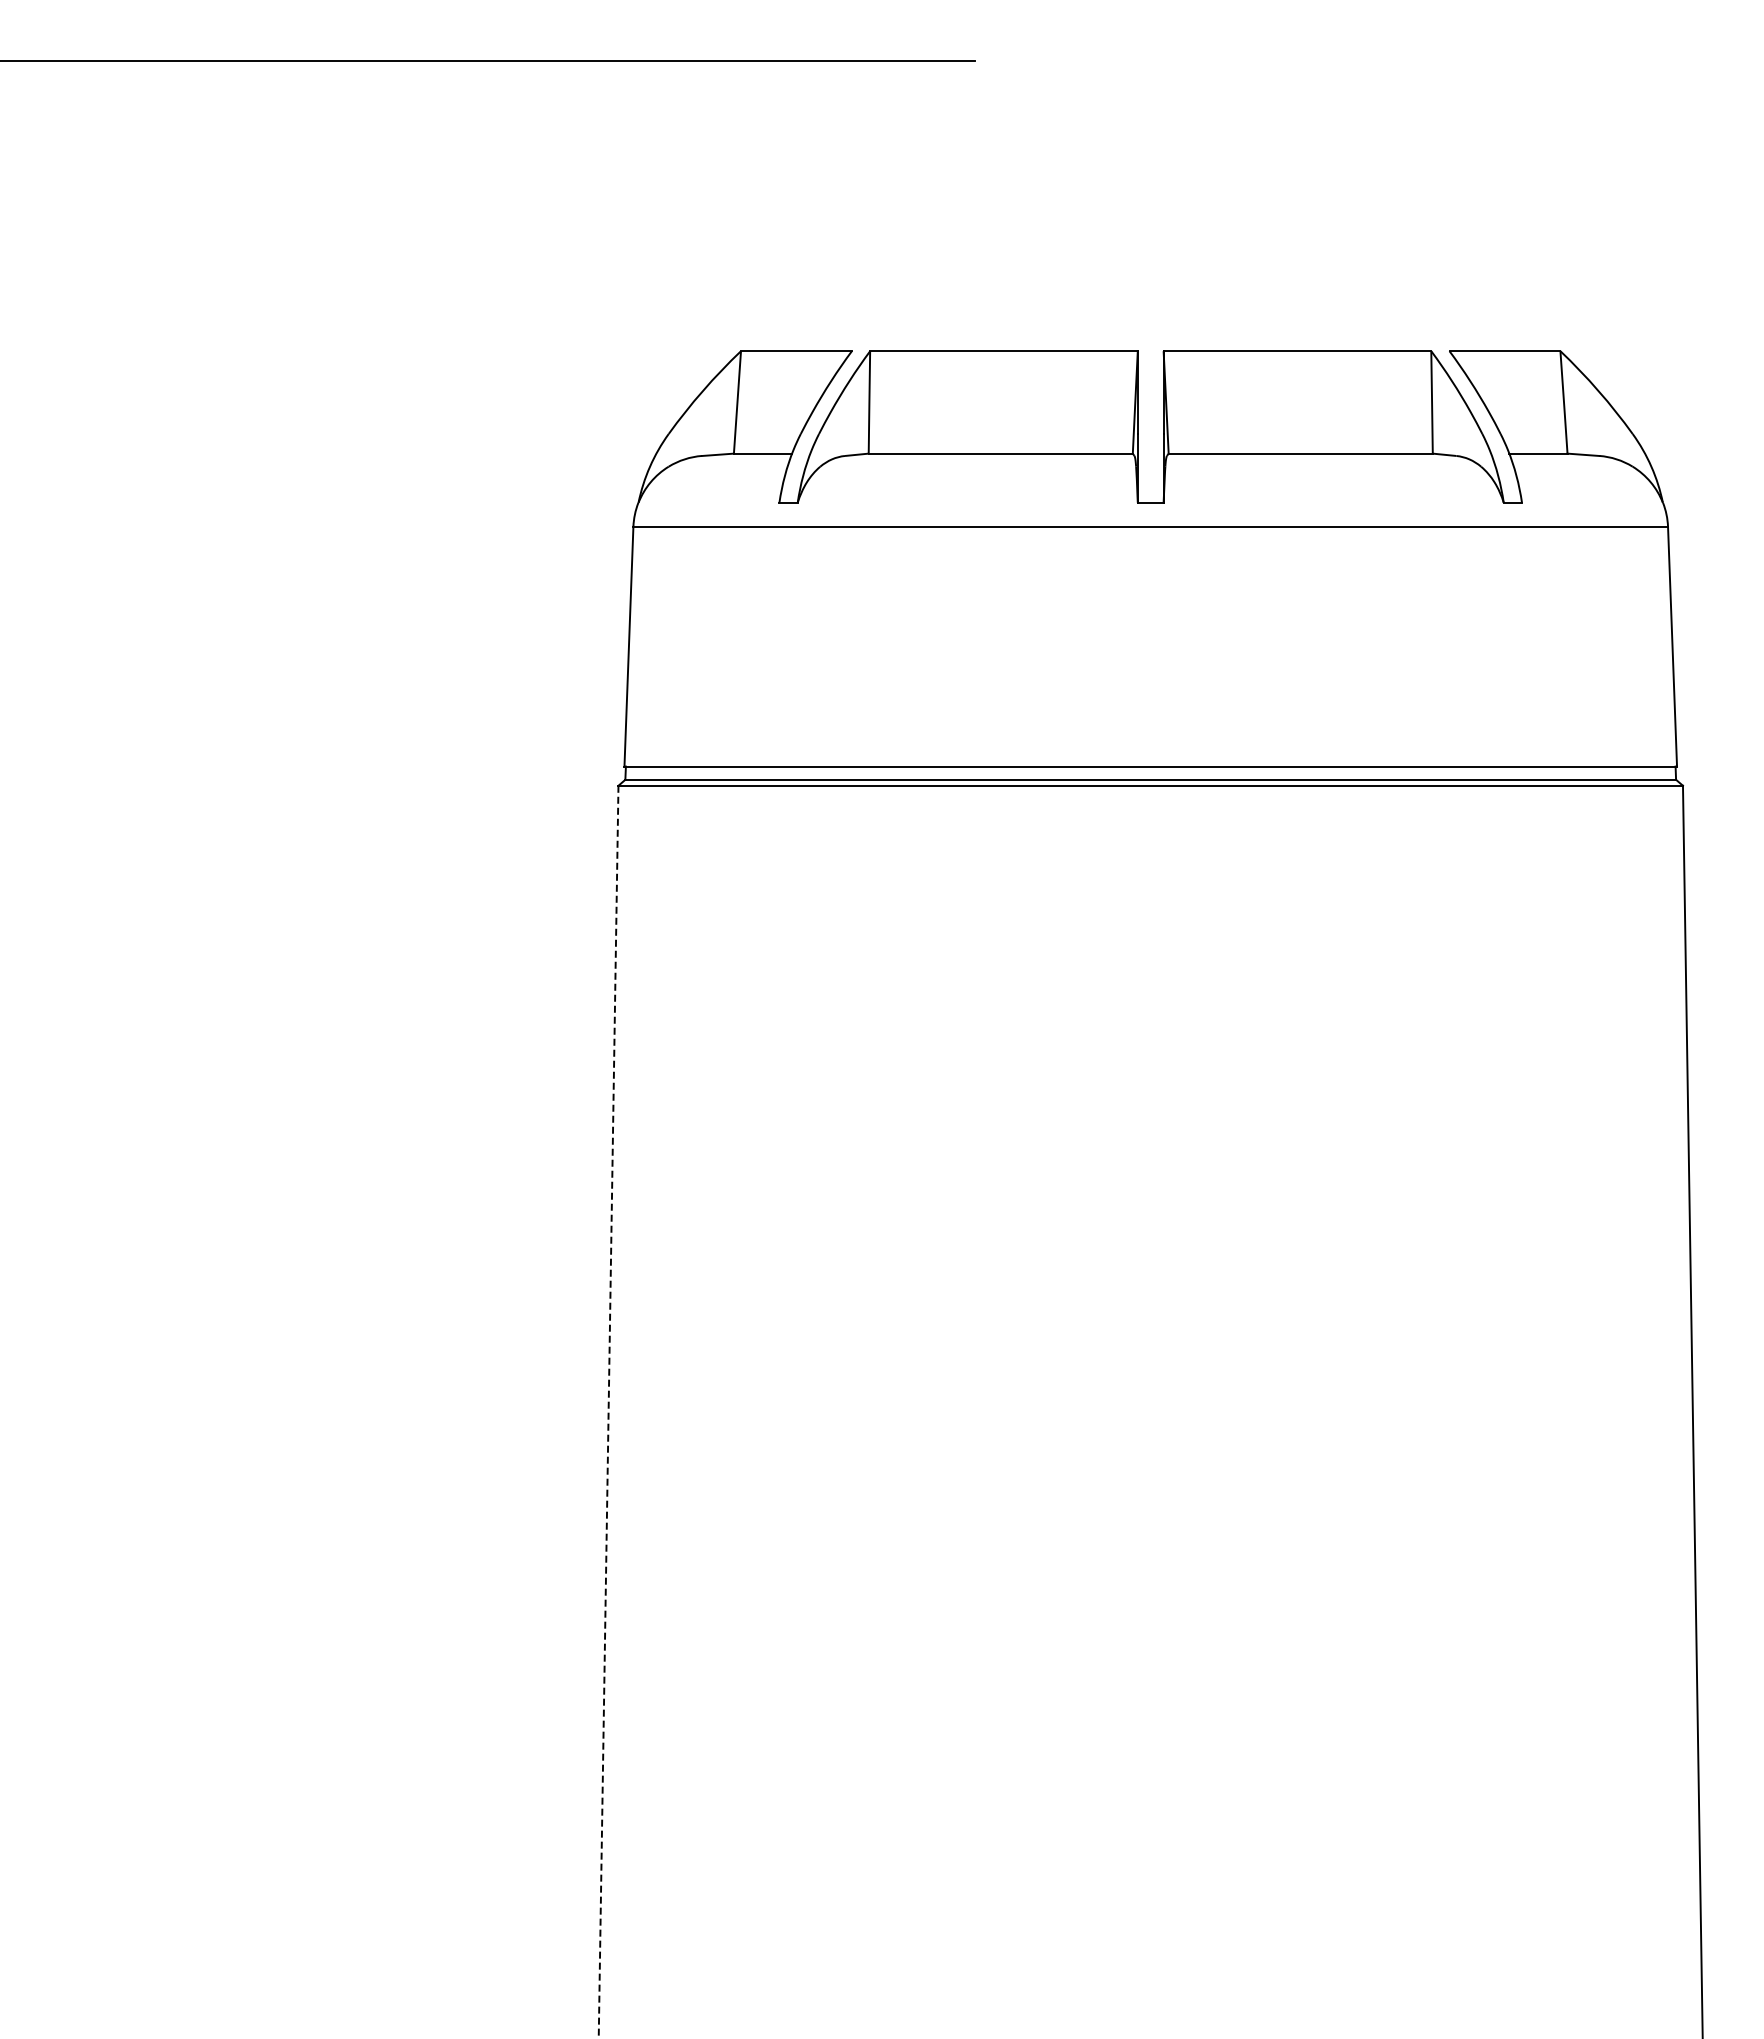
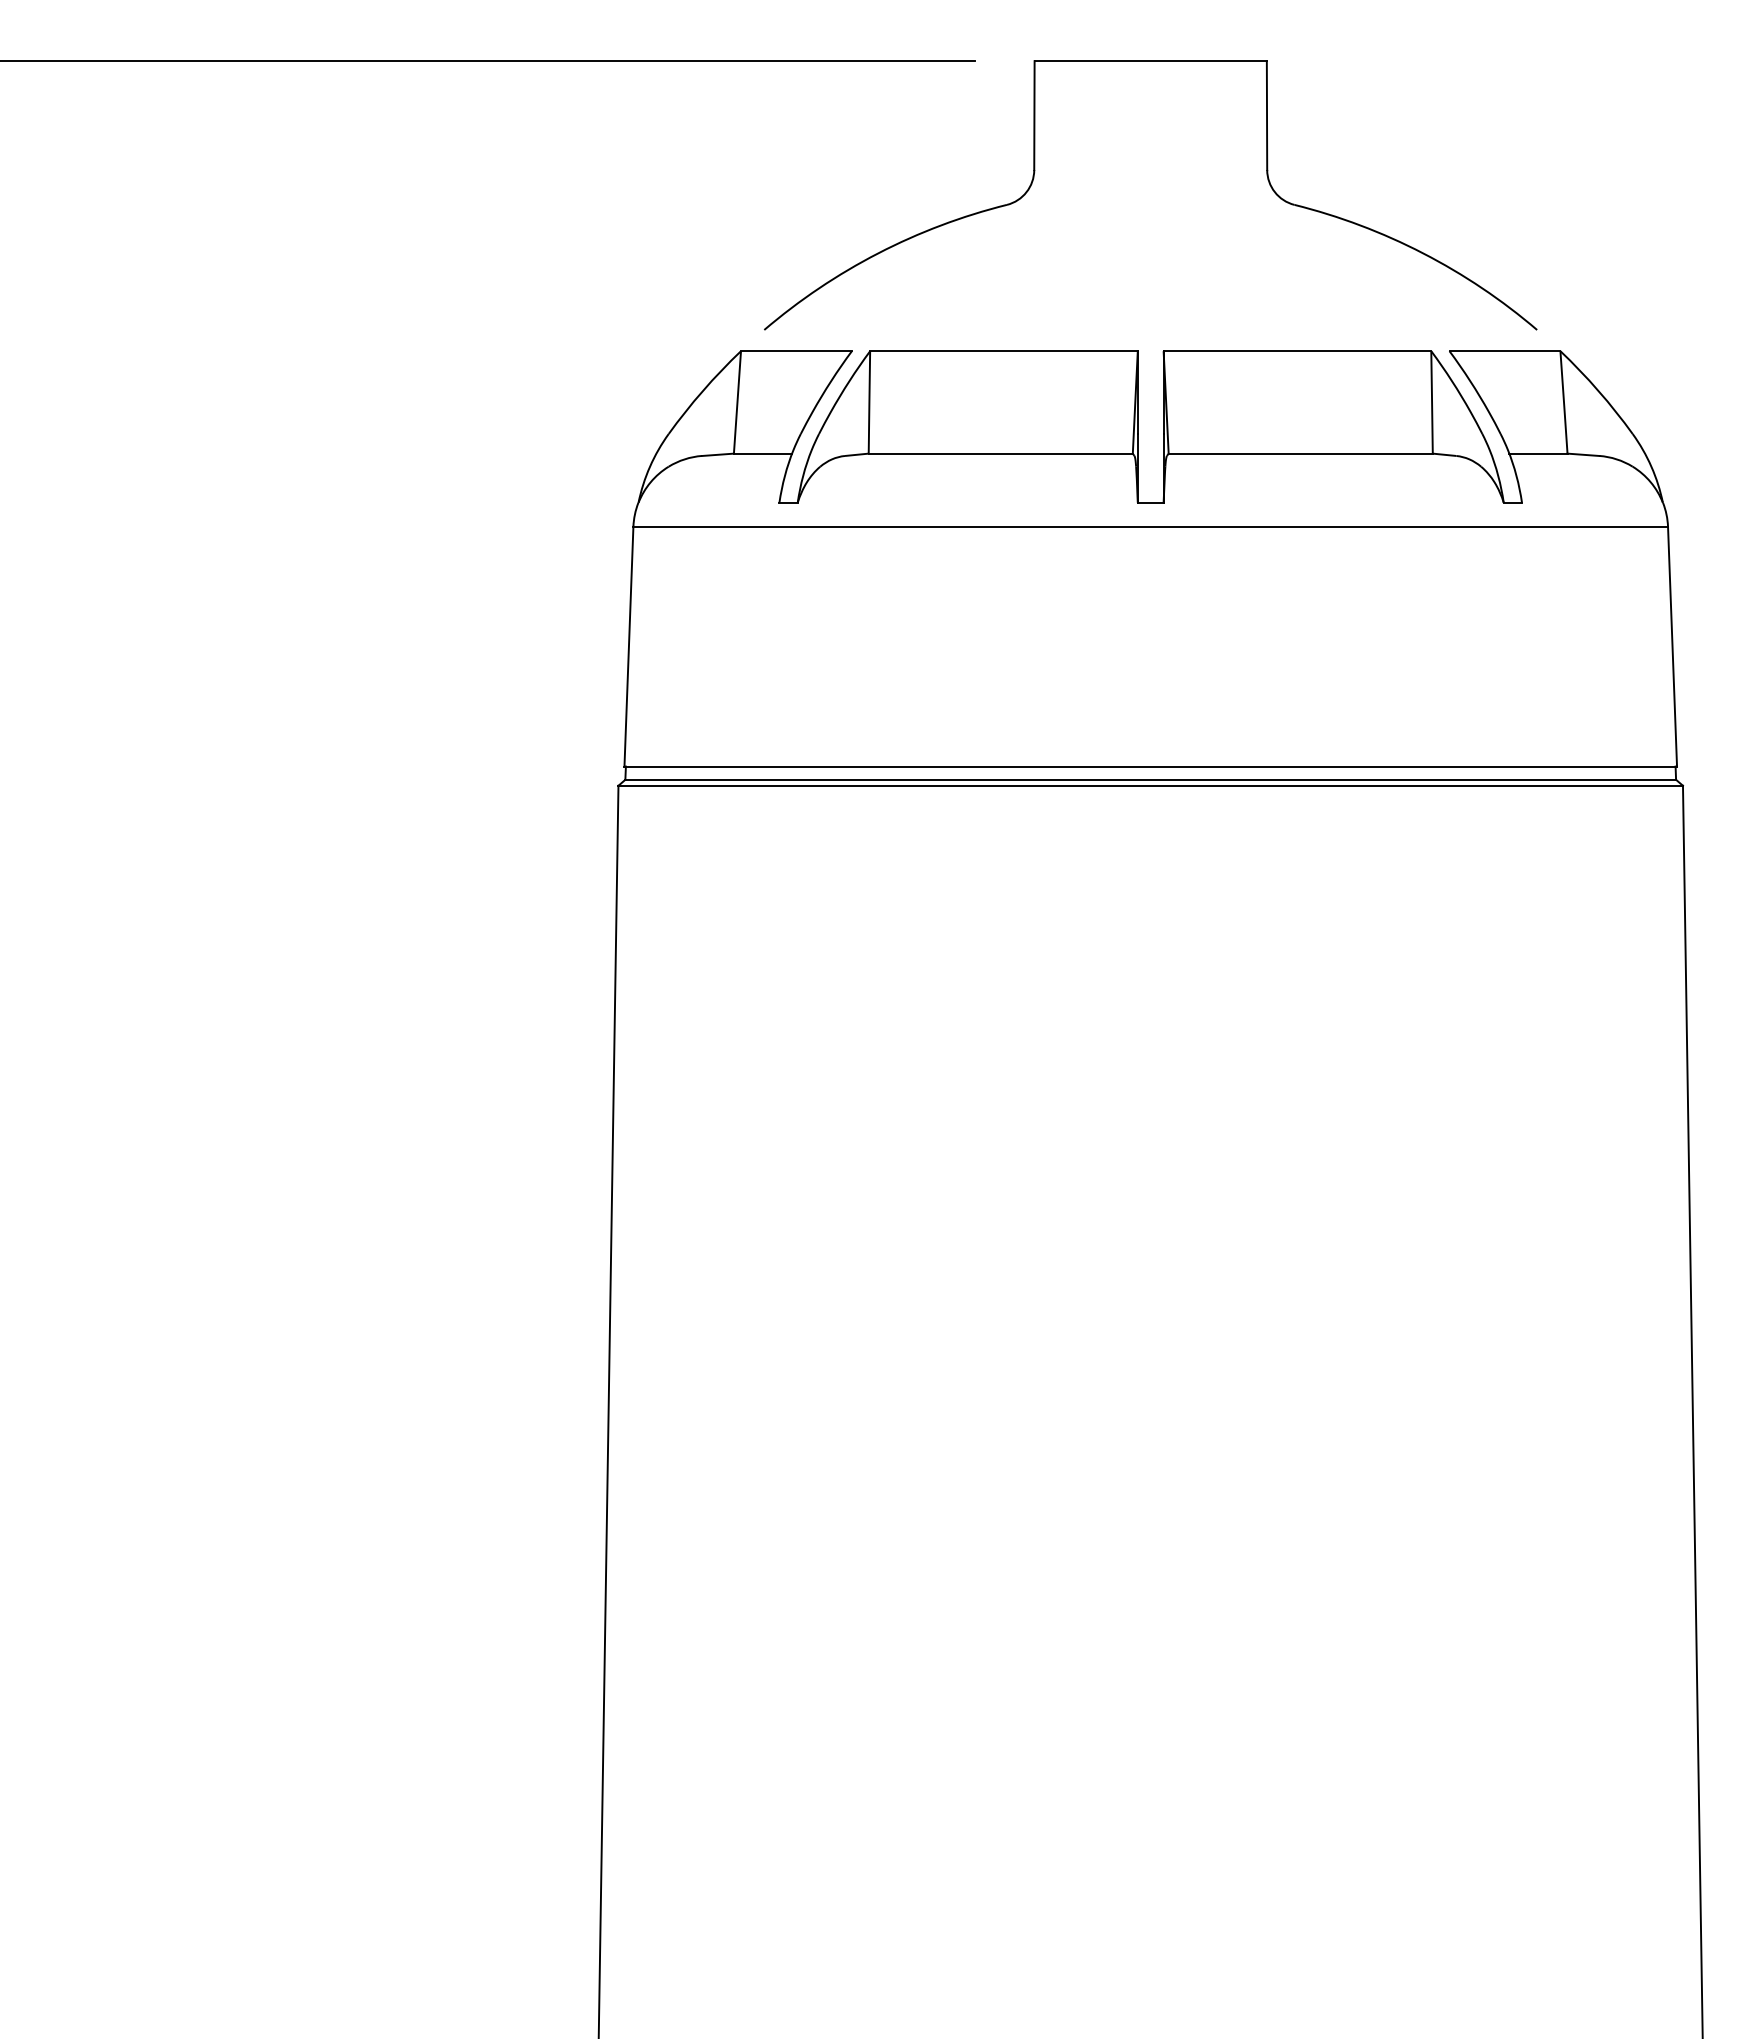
part at (1034, 178): none -> present
line at (608, 1412): dashed -> solid
